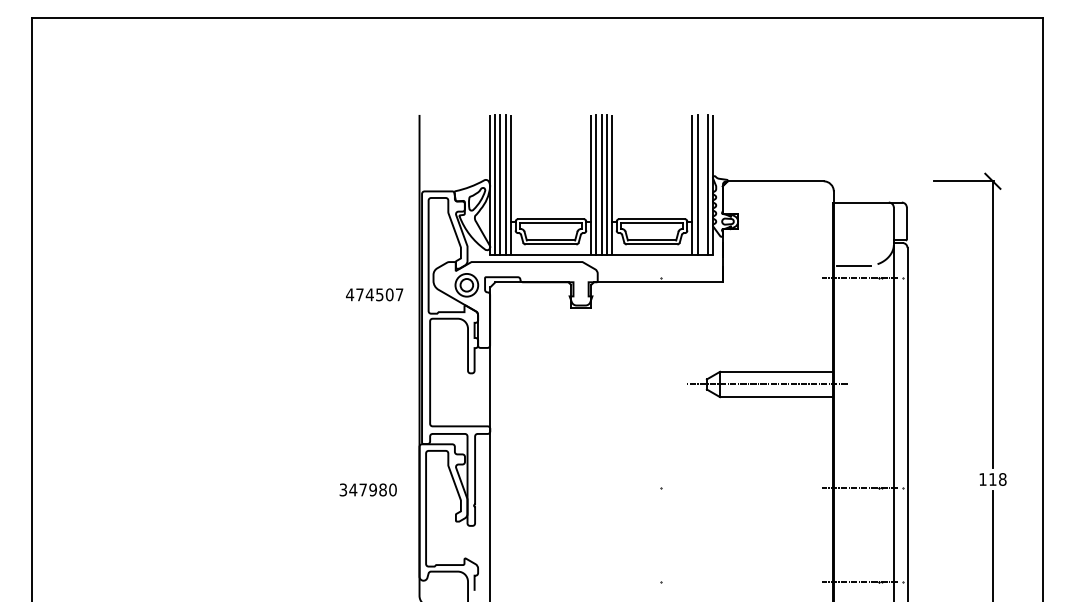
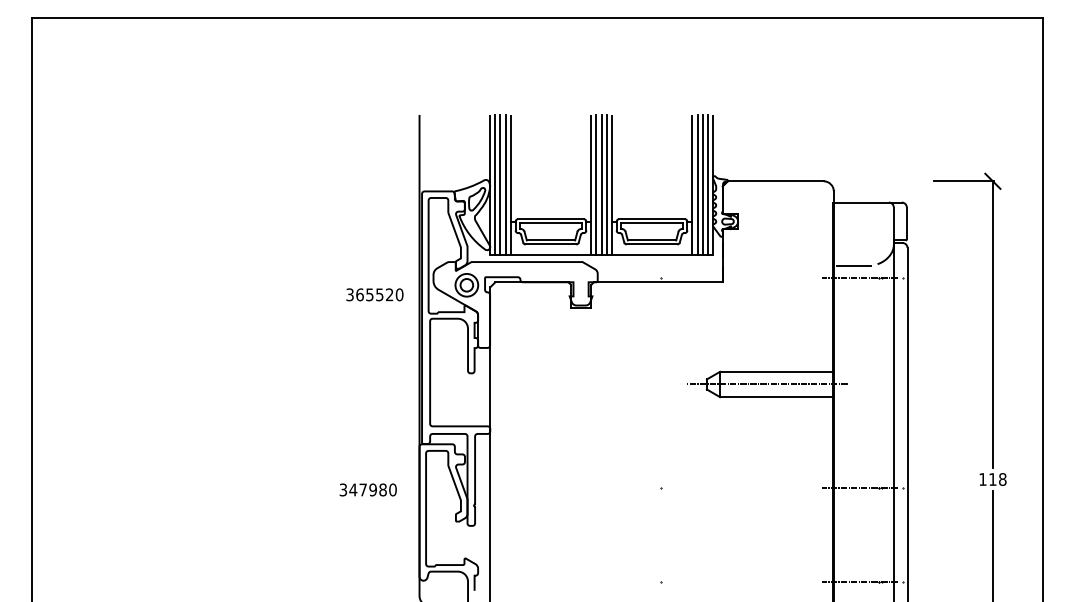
line at (702, 184): none -> present
text at (374, 294): 474507 -> 365520
